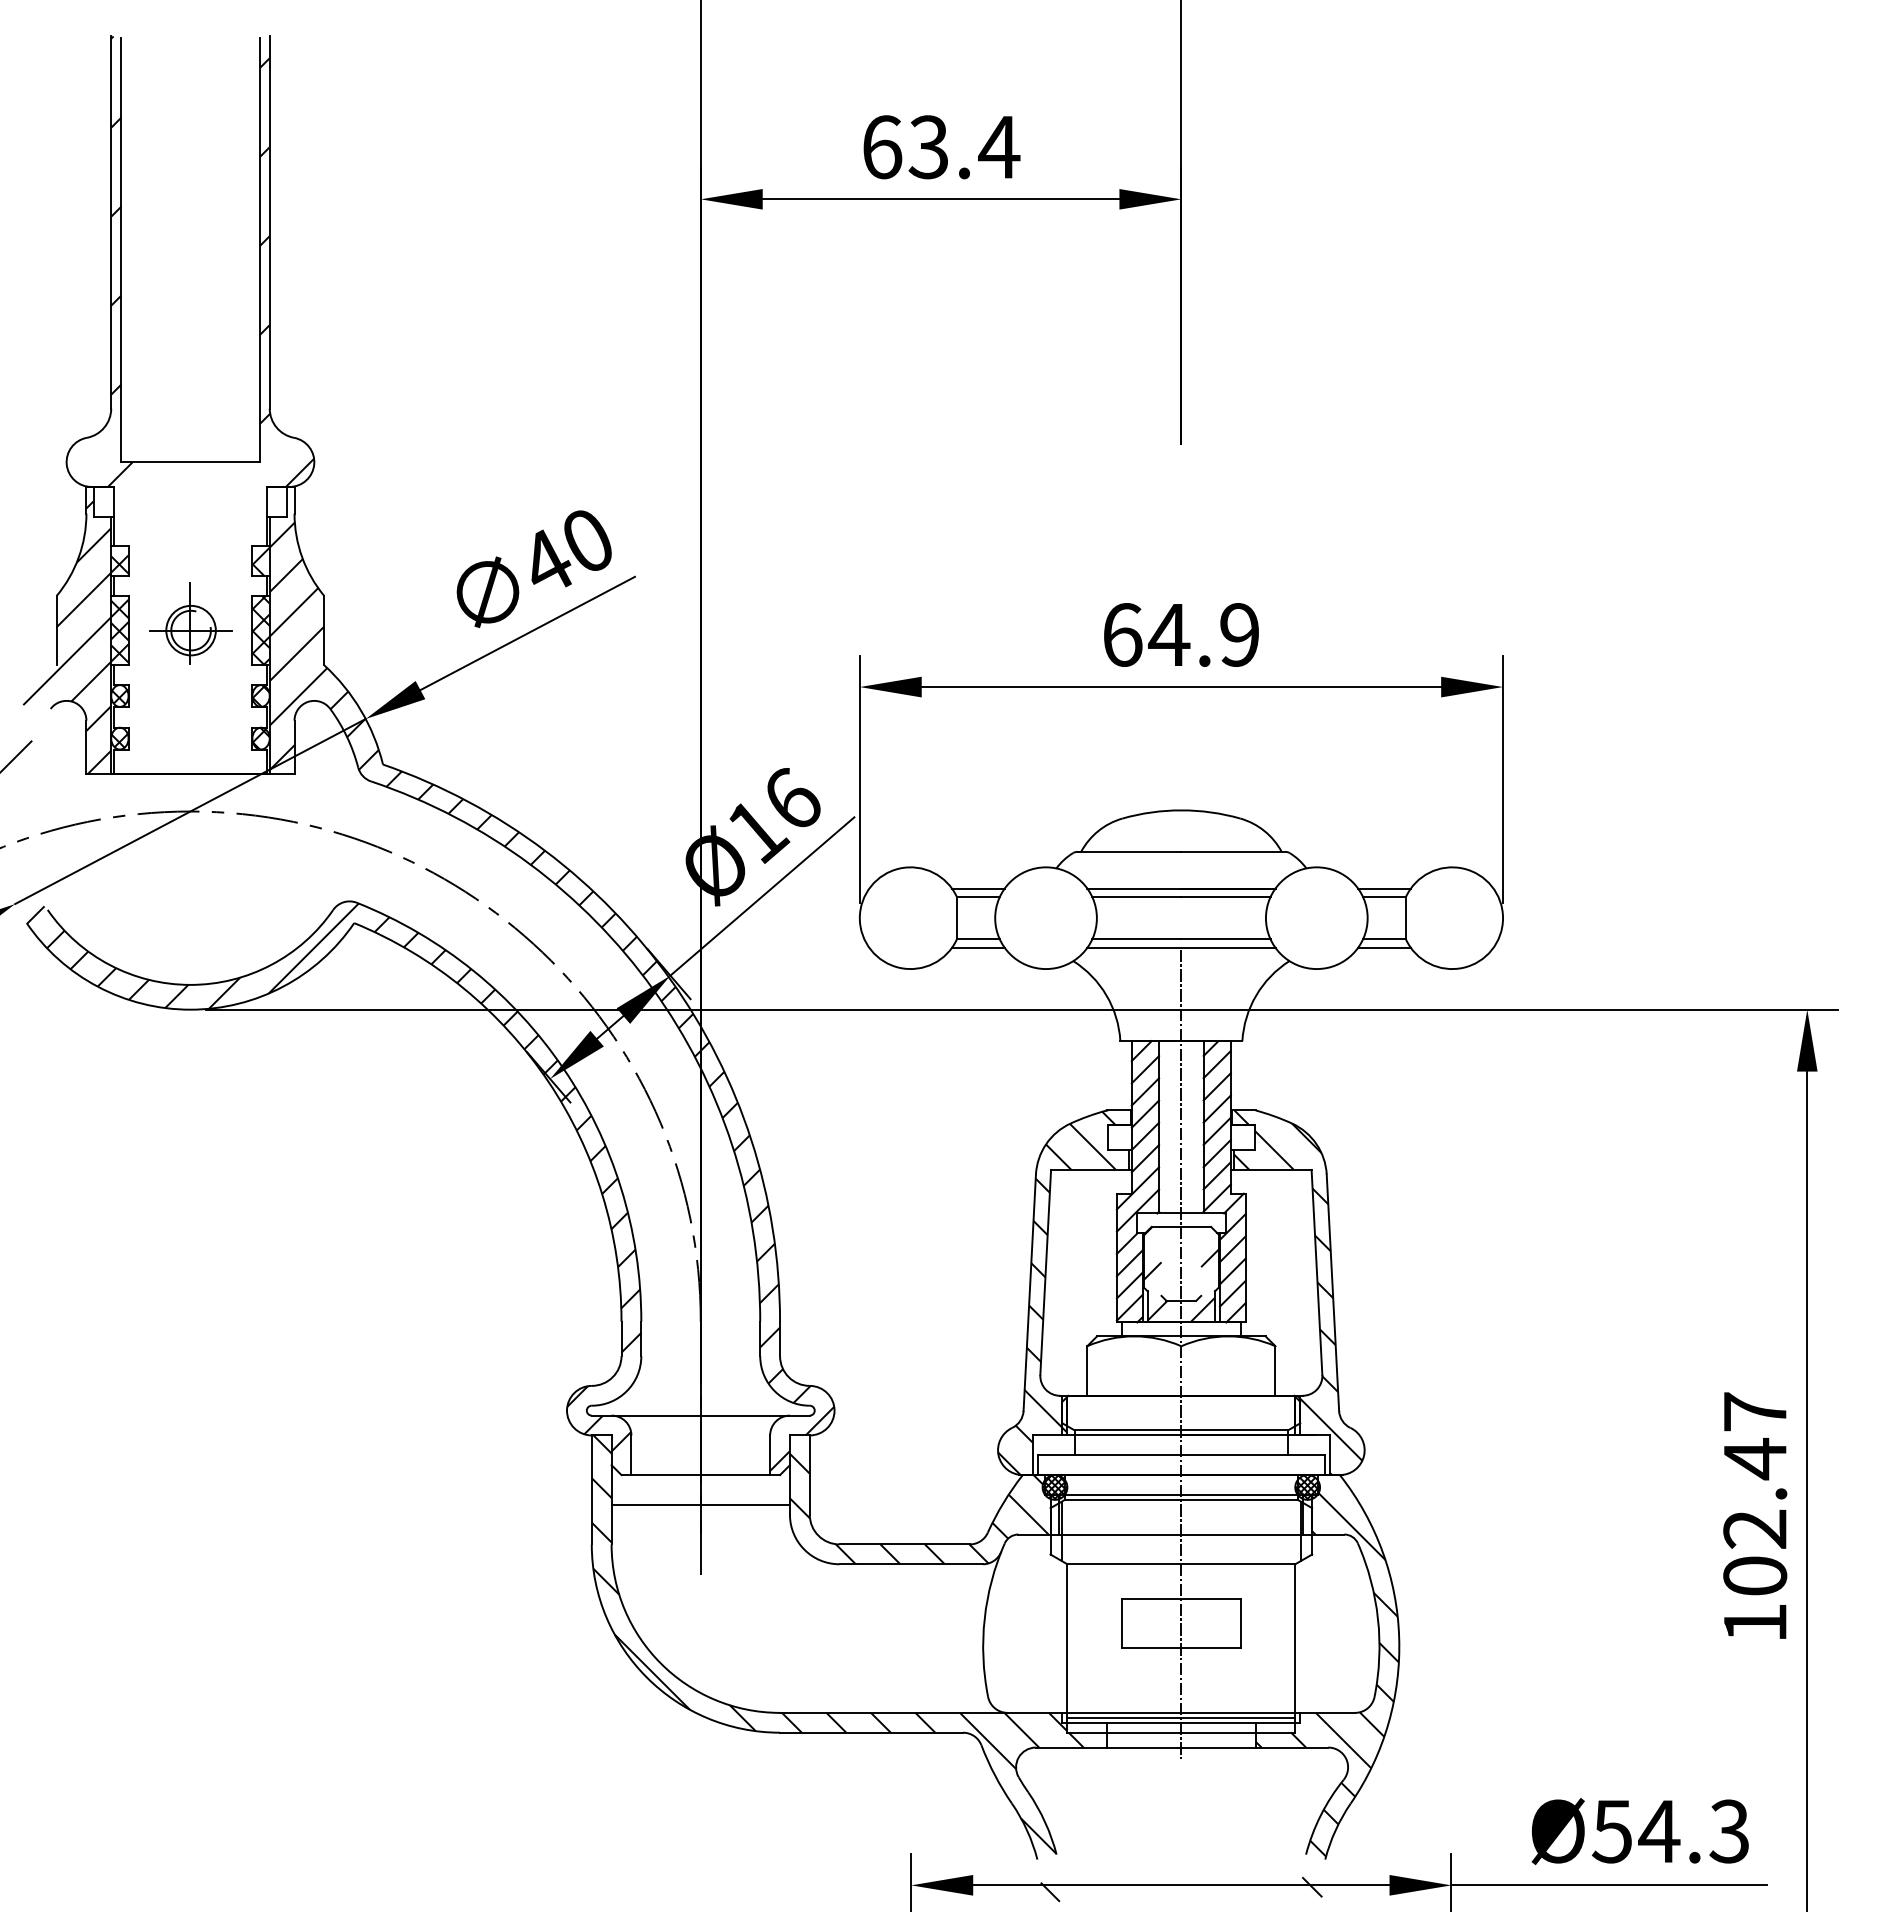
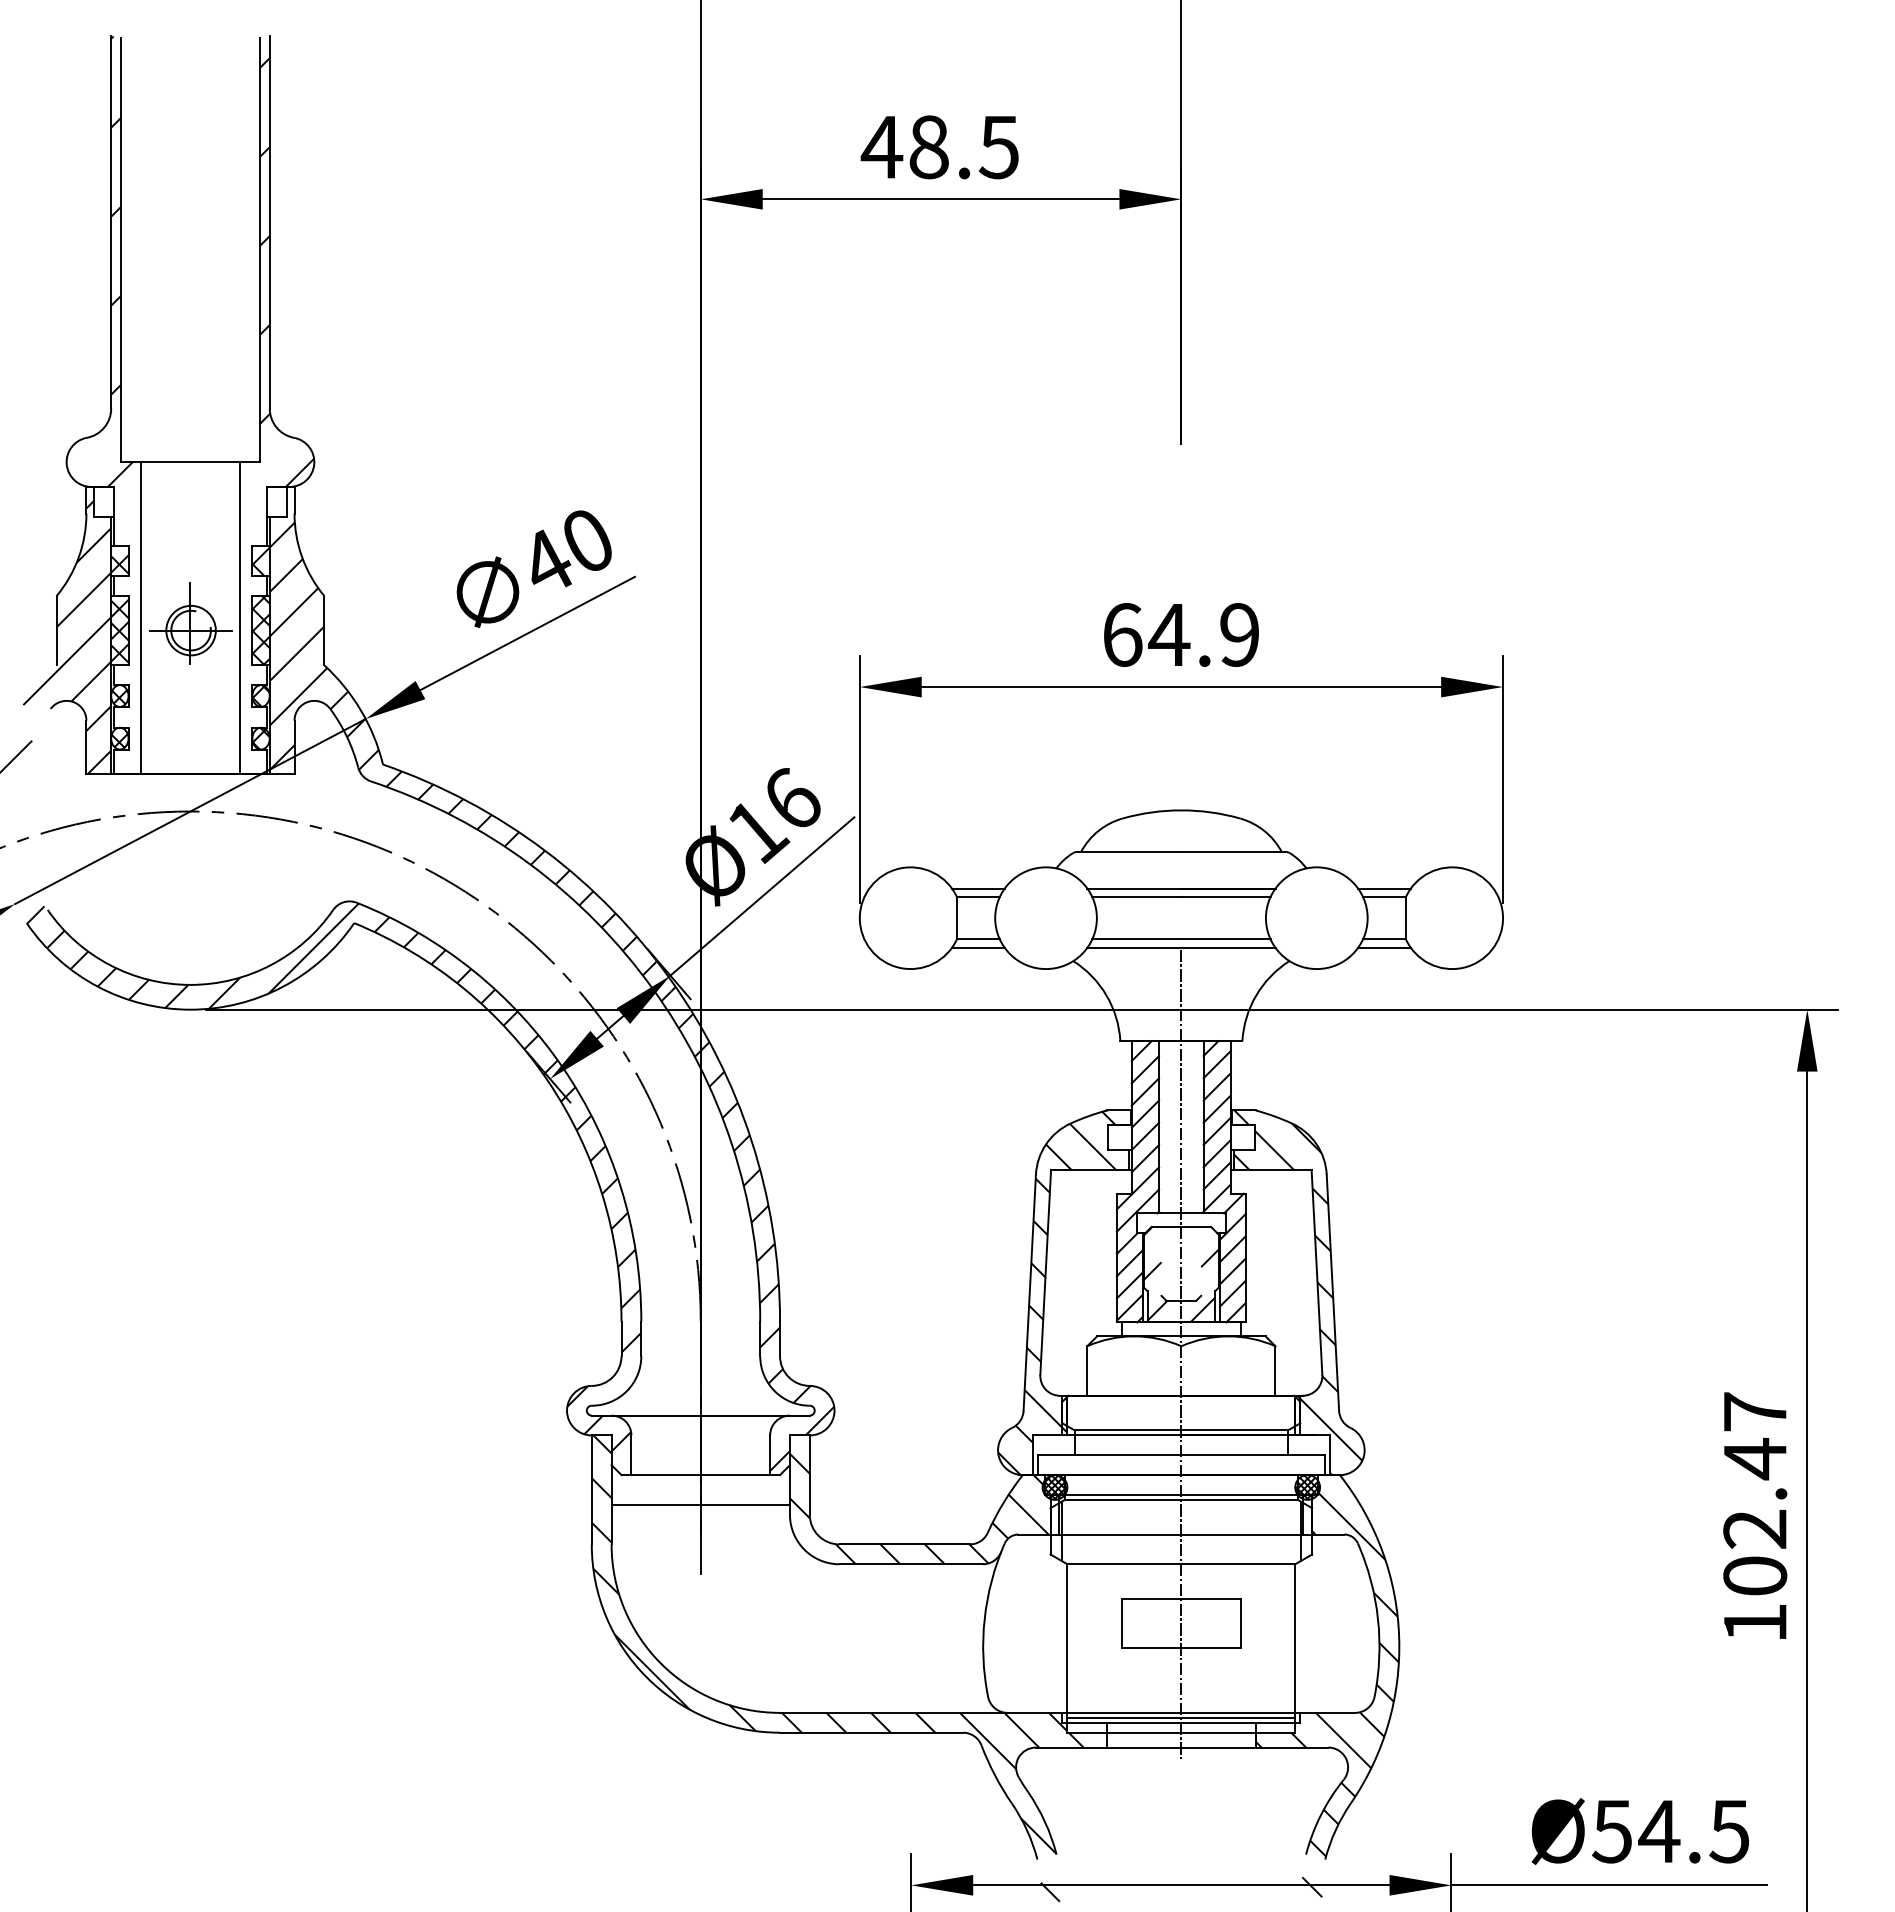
text at (940, 147): 63.4 -> 48.5
line at (140, 618): none -> present
line at (240, 618): none -> present
text at (1728, 1831): Ø54.3 -> Ø54.5
